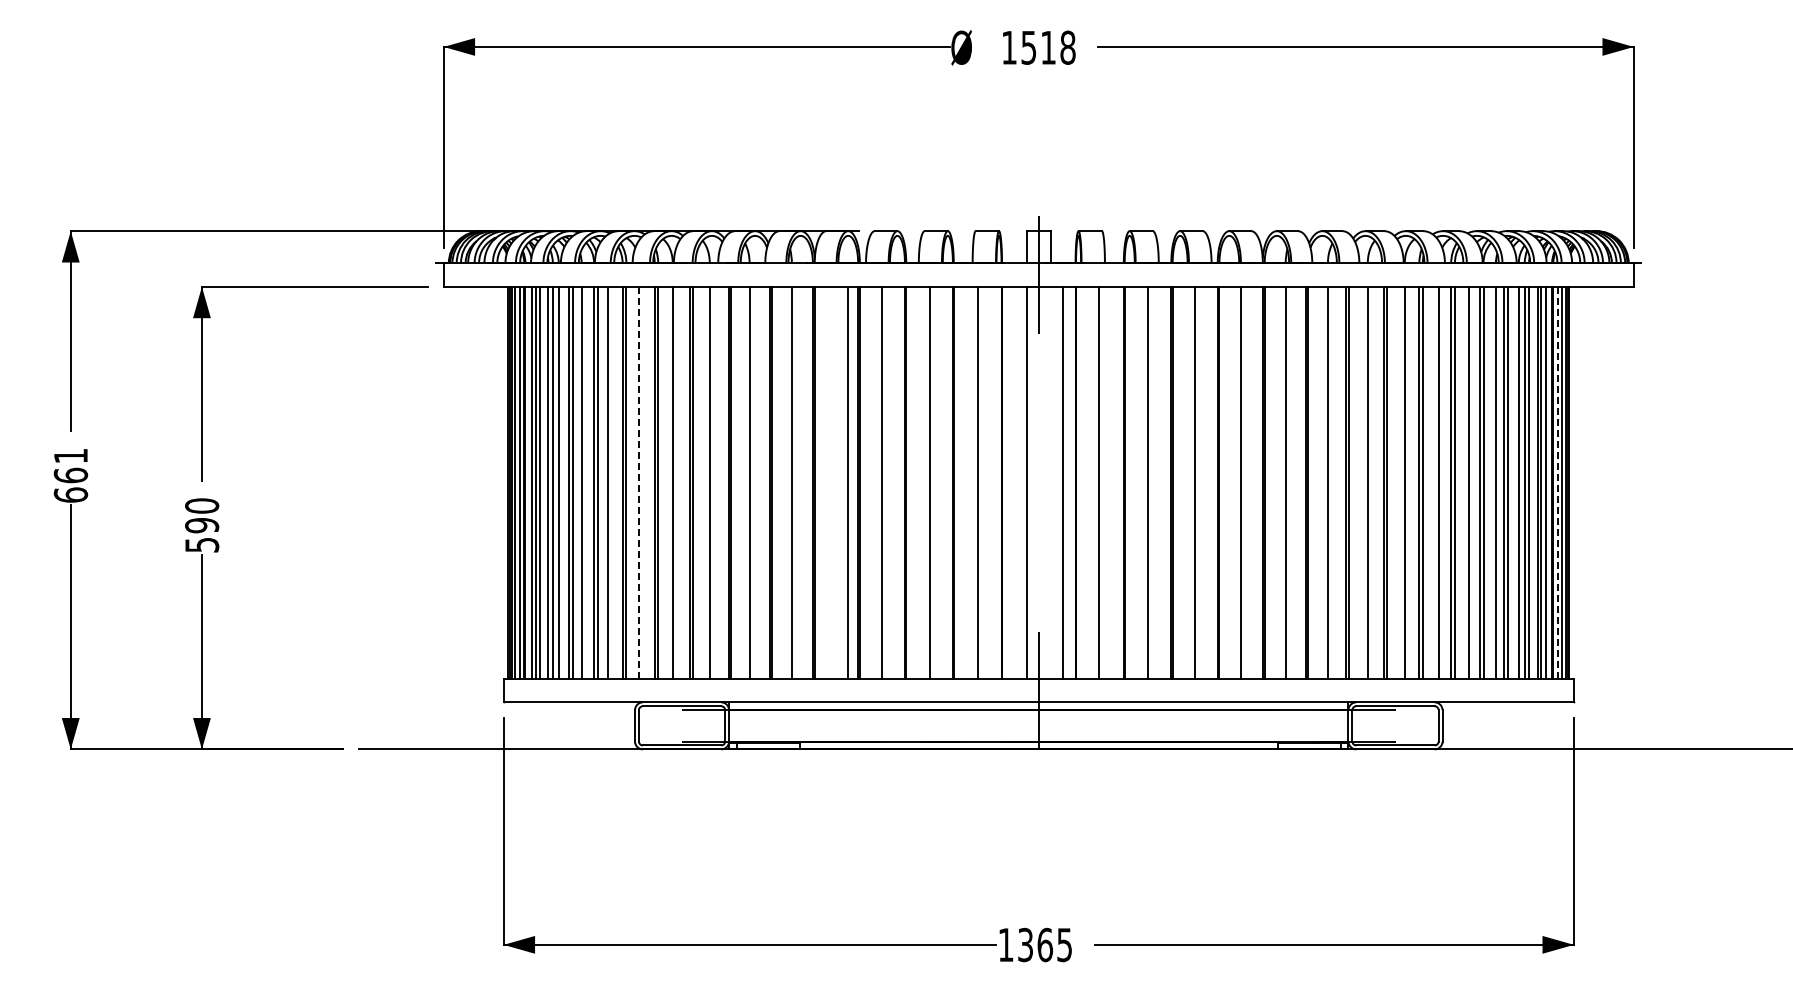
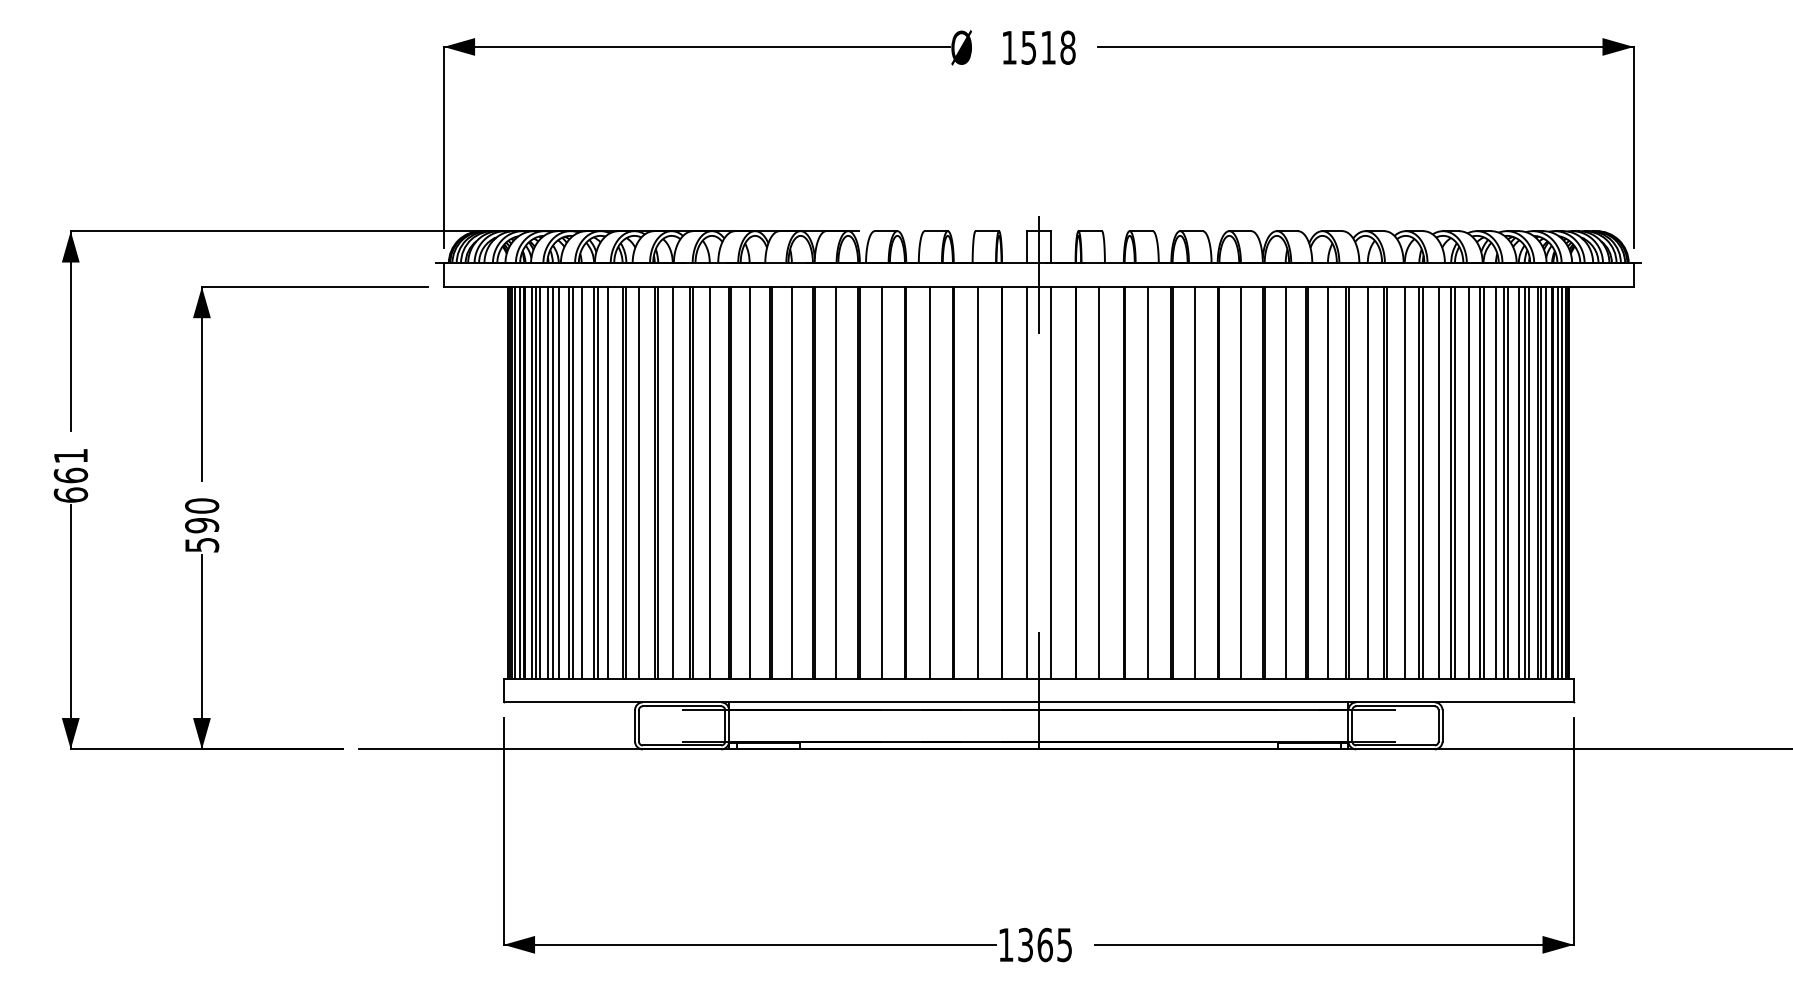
line at (638, 482): dashed -> solid
line at (848, 482) position: (848, 482) -> (836, 482)
line at (1062, 482) position: (1062, 482) -> (1050, 482)
line at (1557, 482): dashed -> solid
